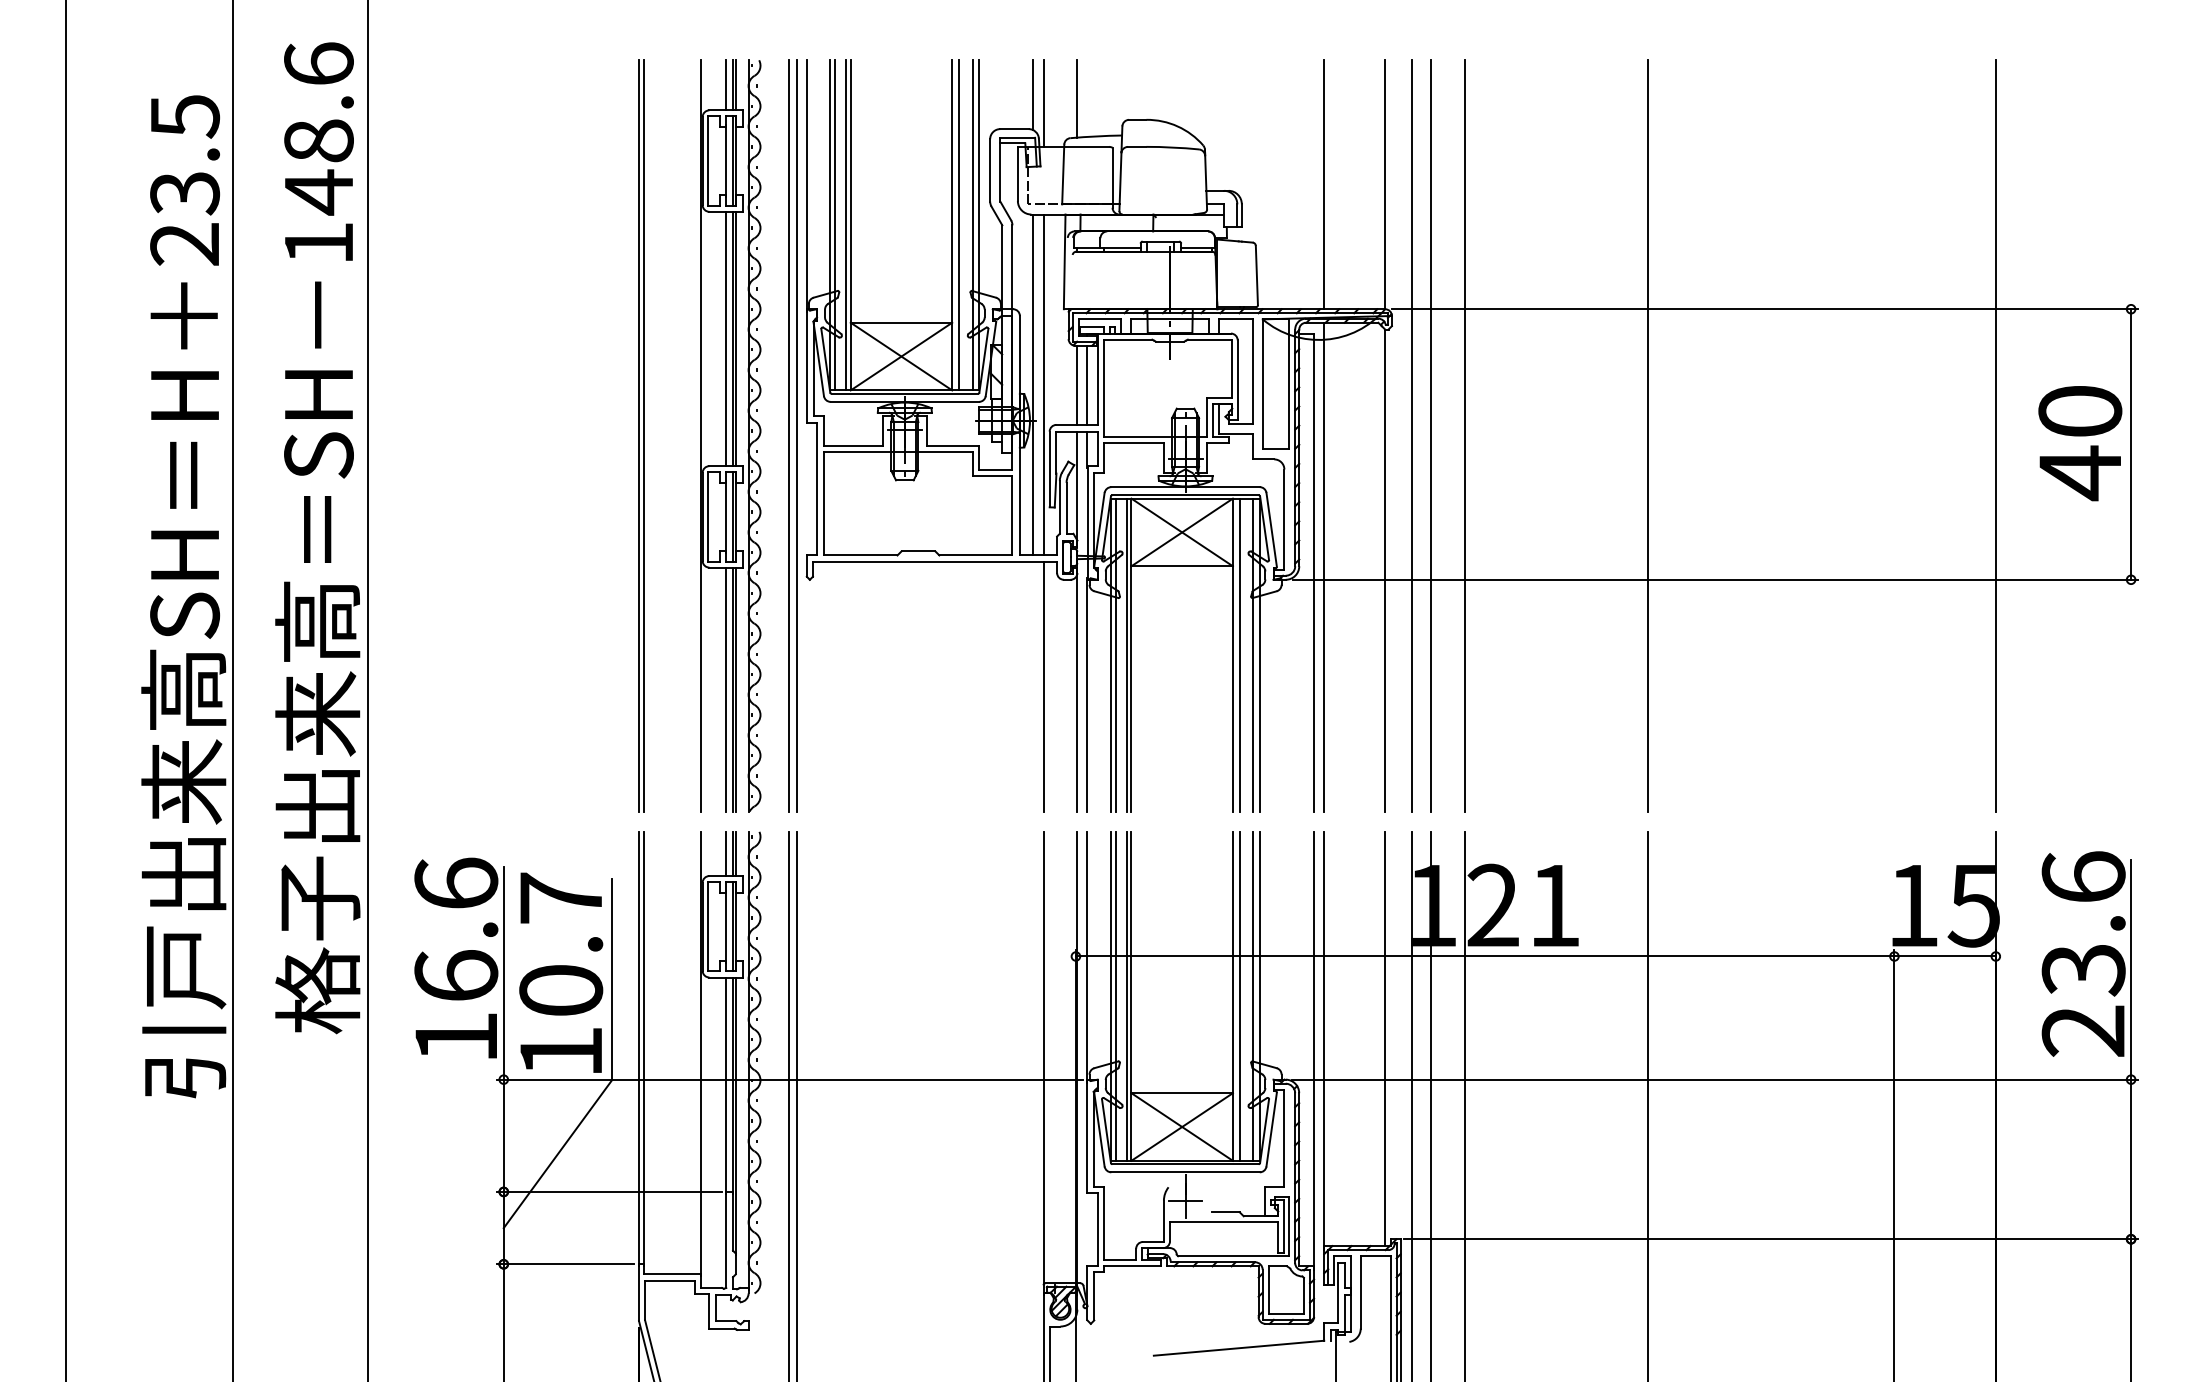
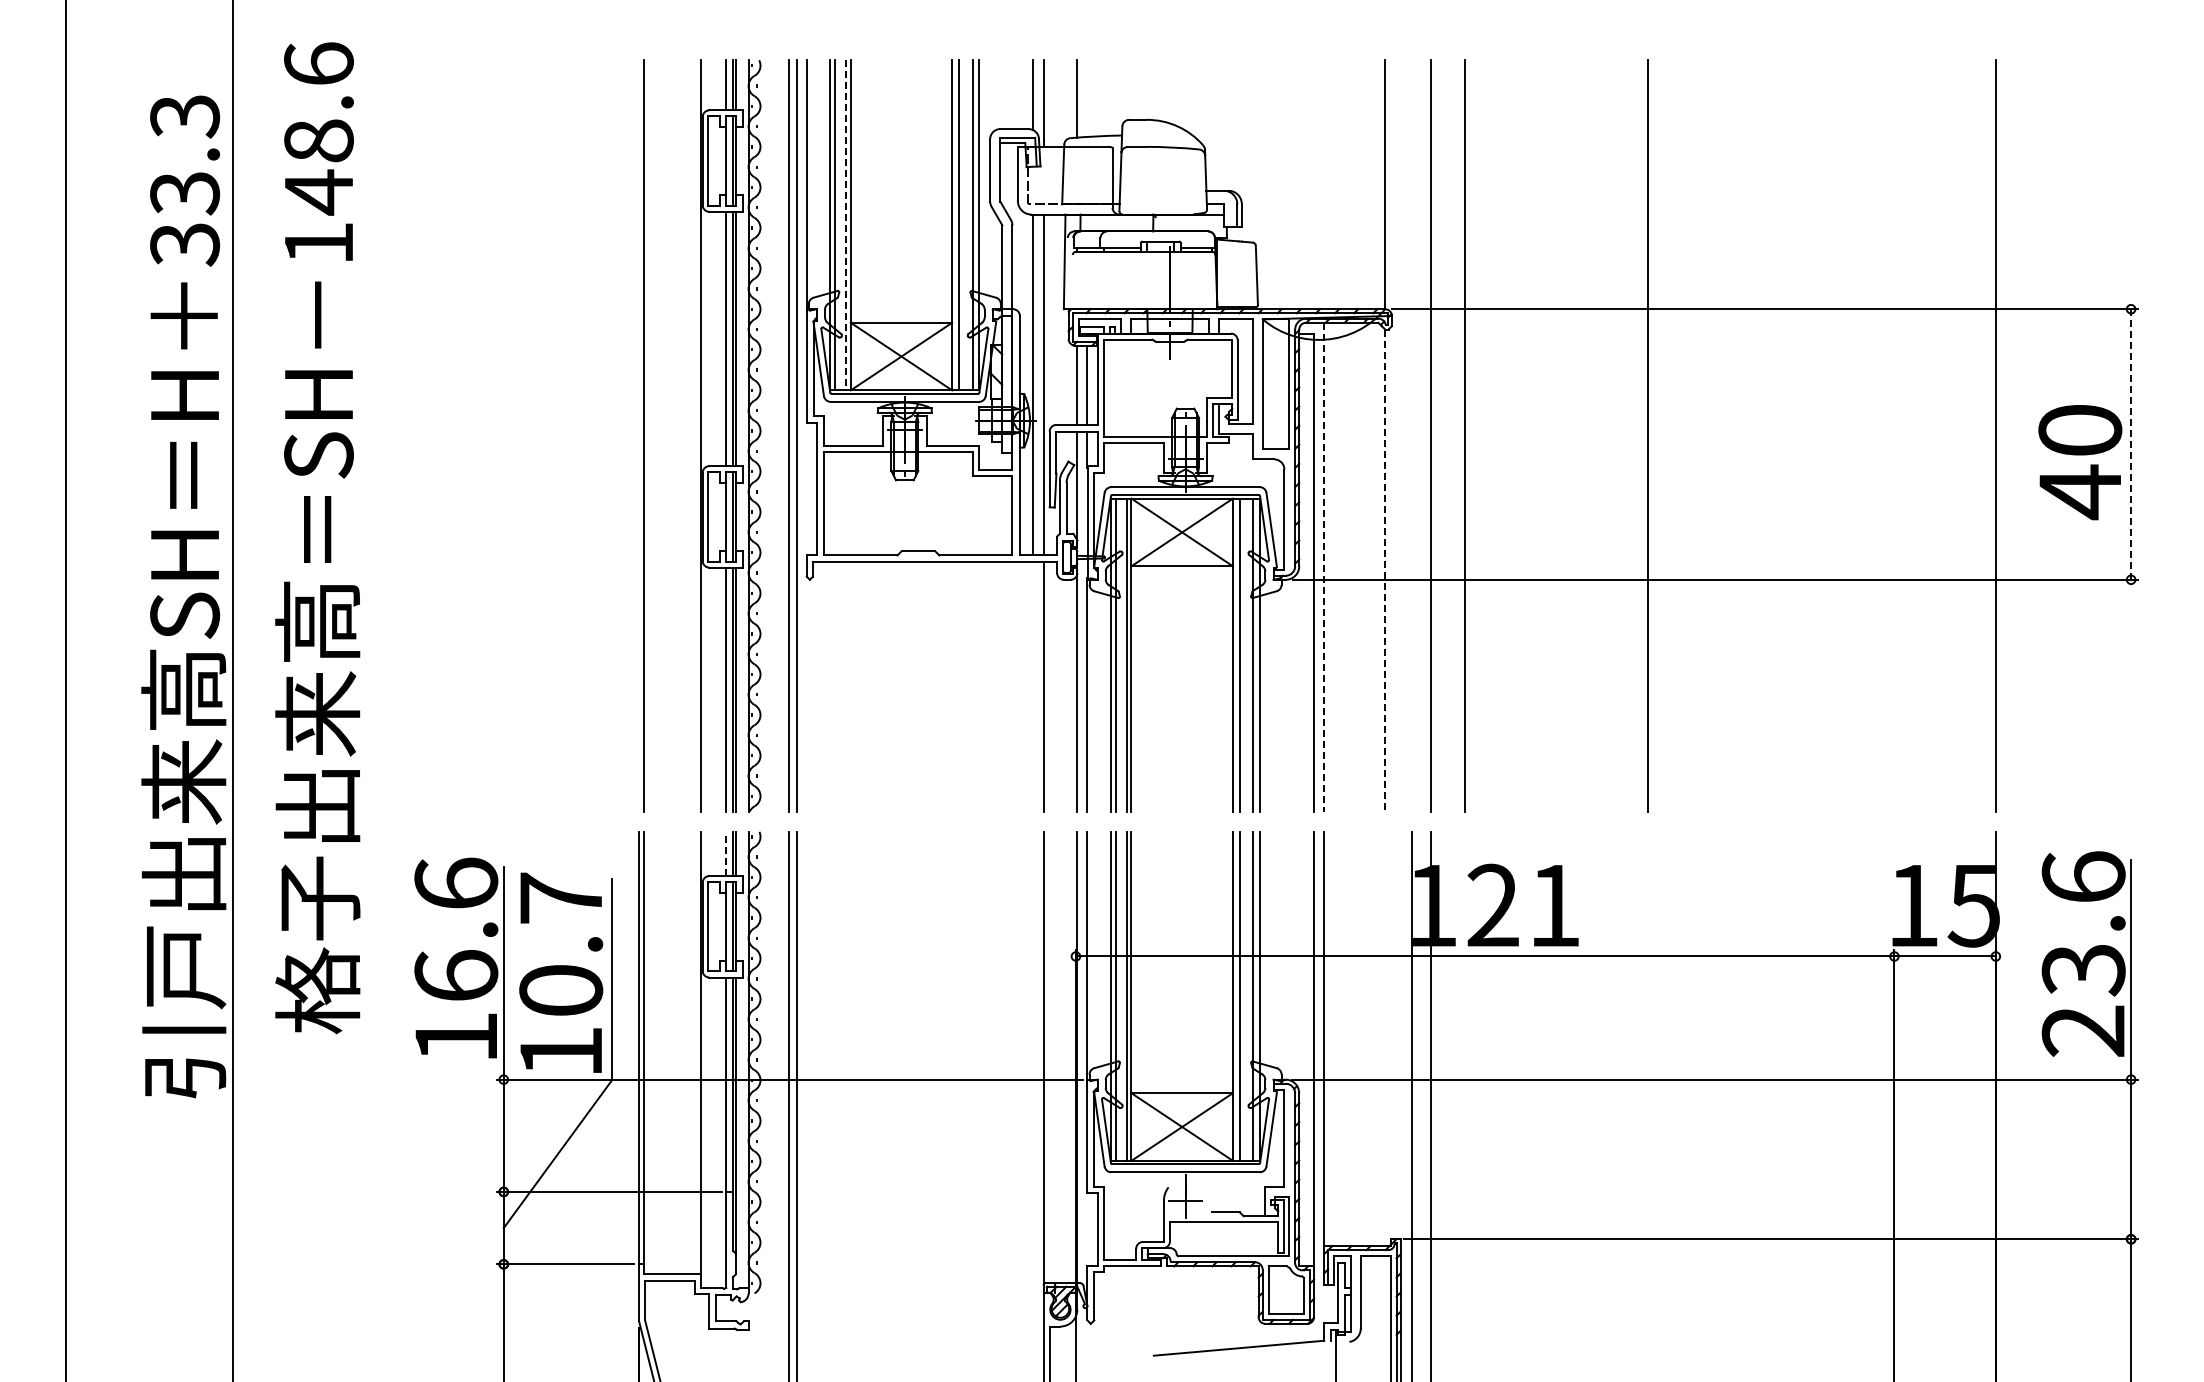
text at (185, 180): 23.5 -> 33.3
line at (1324, 184): present -> none
line at (846, 225): solid -> dashed
line at (639, 435): present -> none
line at (1412, 435): present -> none
text at (2080, 443) position: (2080, 443) -> (2080, 462)
line at (2131, 445): solid -> dashed
line at (1324, 567): solid -> dashed
line at (1385, 571): solid -> dashed
line at (368, 690): present -> none
line at (726, 853): solid -> dashed
line at (1385, 1038): present -> none
line at (1464, 1104): present -> none
line at (1647, 1104): present -> none
